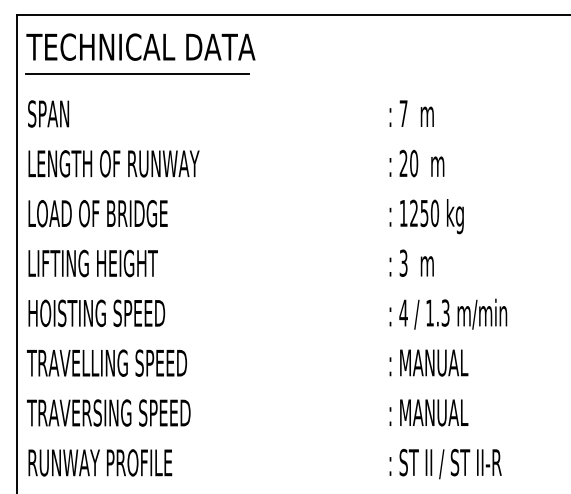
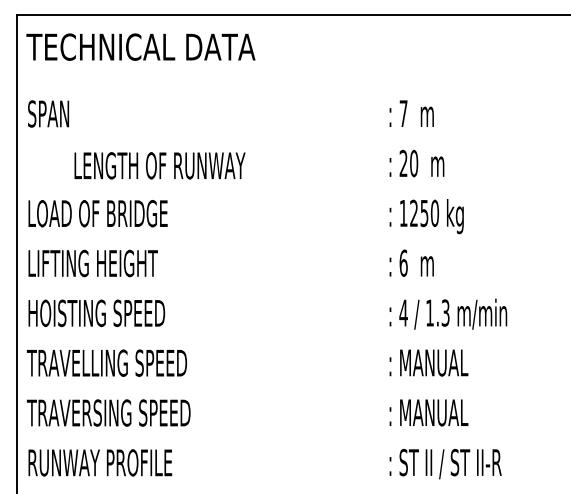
line at (137, 73): present -> none
text at (113, 163) position: (113, 163) -> (159, 165)
text at (403, 262): 3 -> 6
